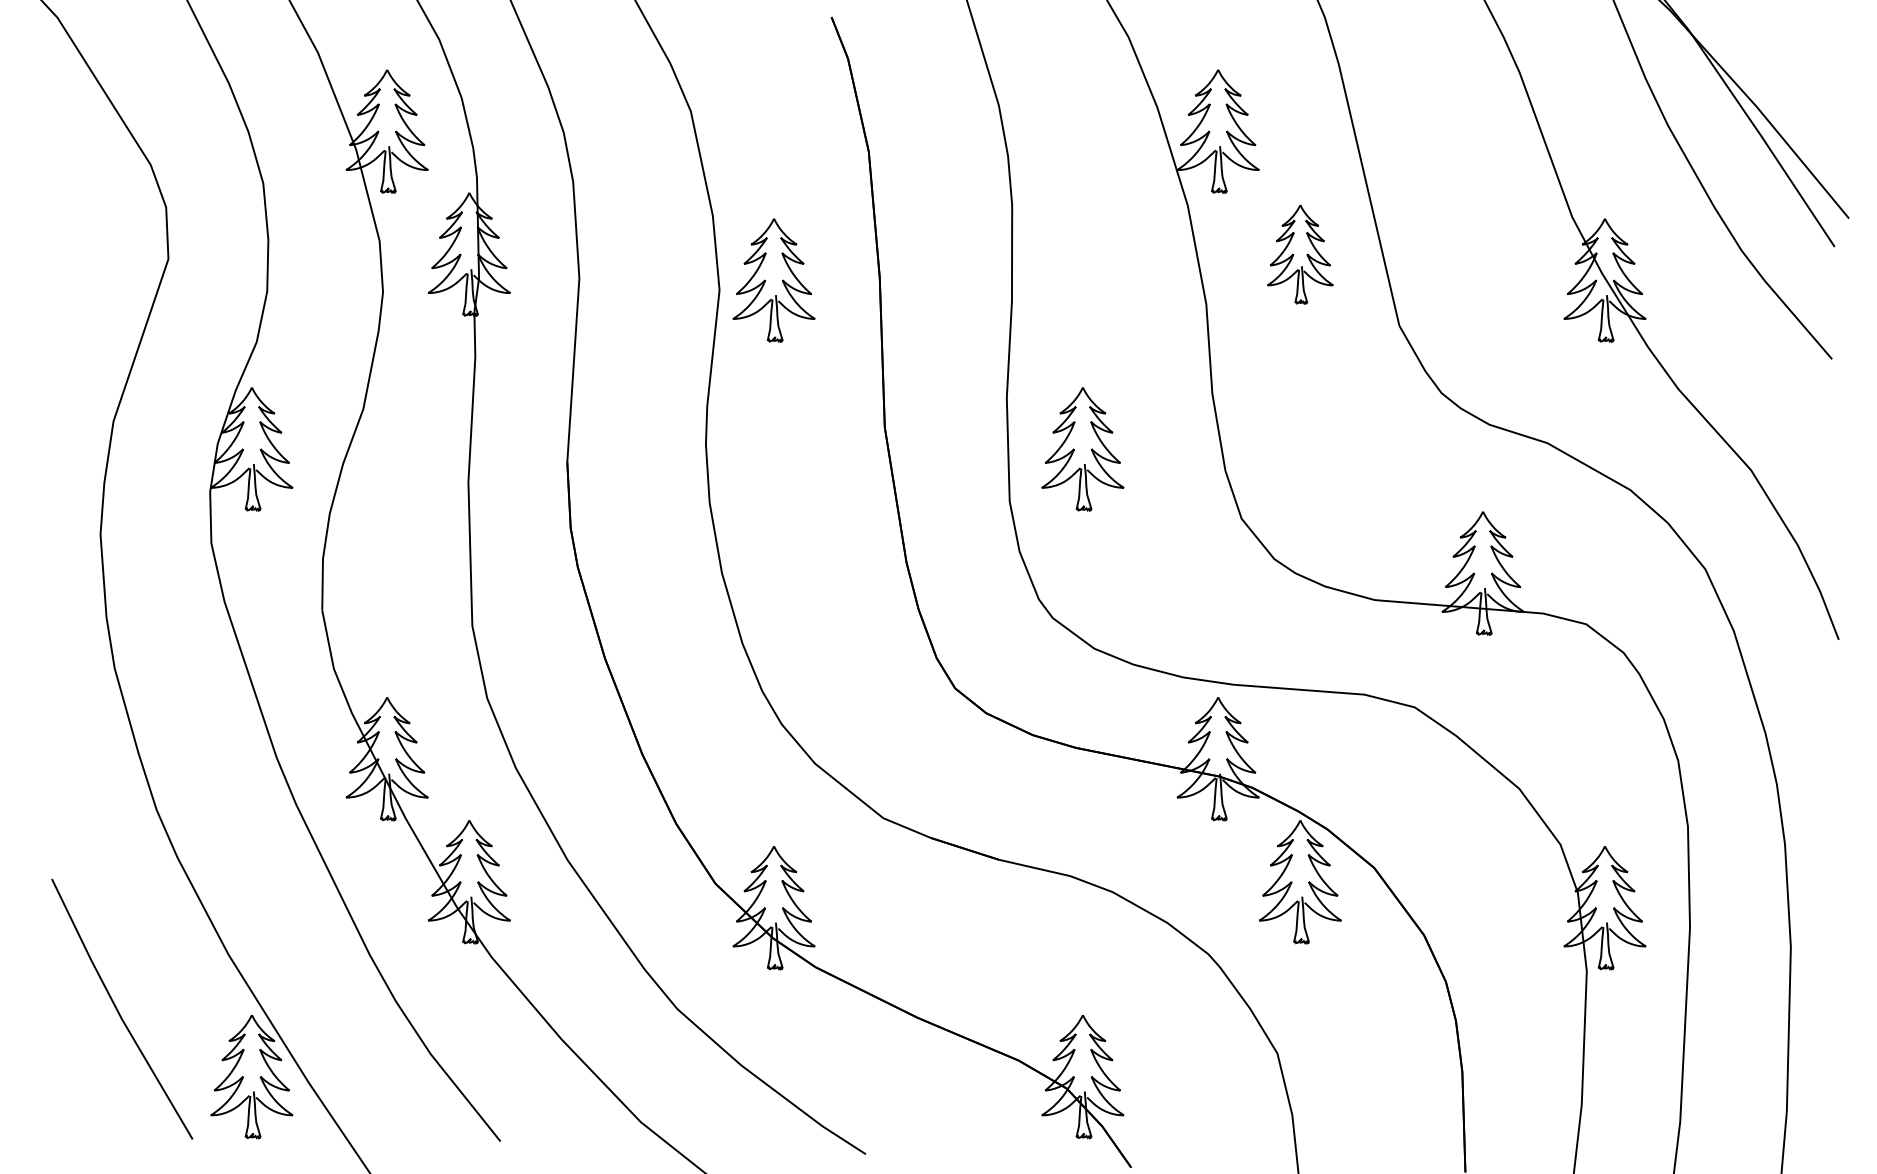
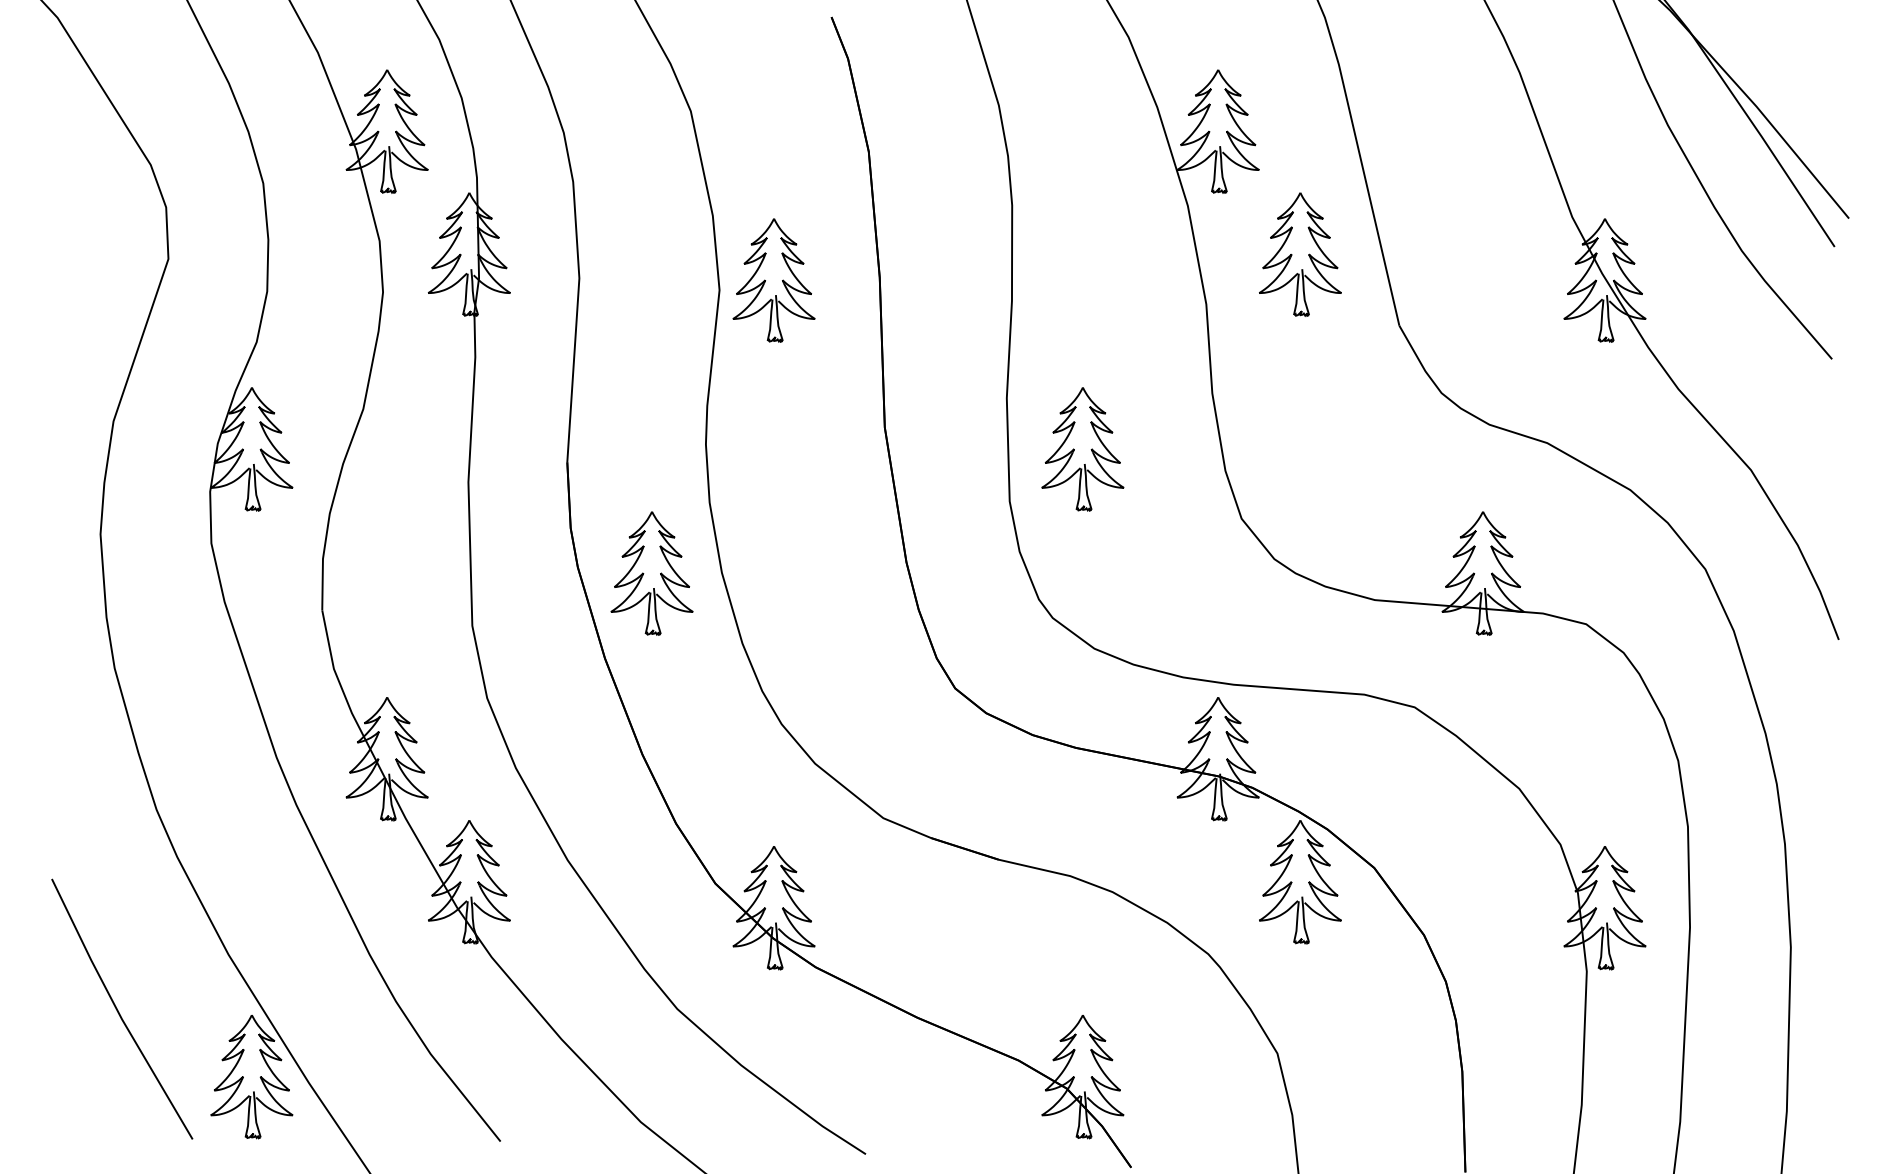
part at (1300, 254) size: 67x100 px -> 83x125 px
part at (651, 573): none -> present
